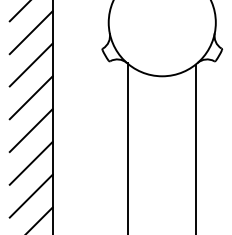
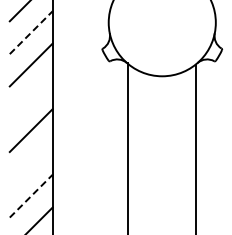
line at (31, 32): solid -> dashed
line at (30, 97): present -> none
line at (30, 162): present -> none
line at (31, 195): solid -> dashed
